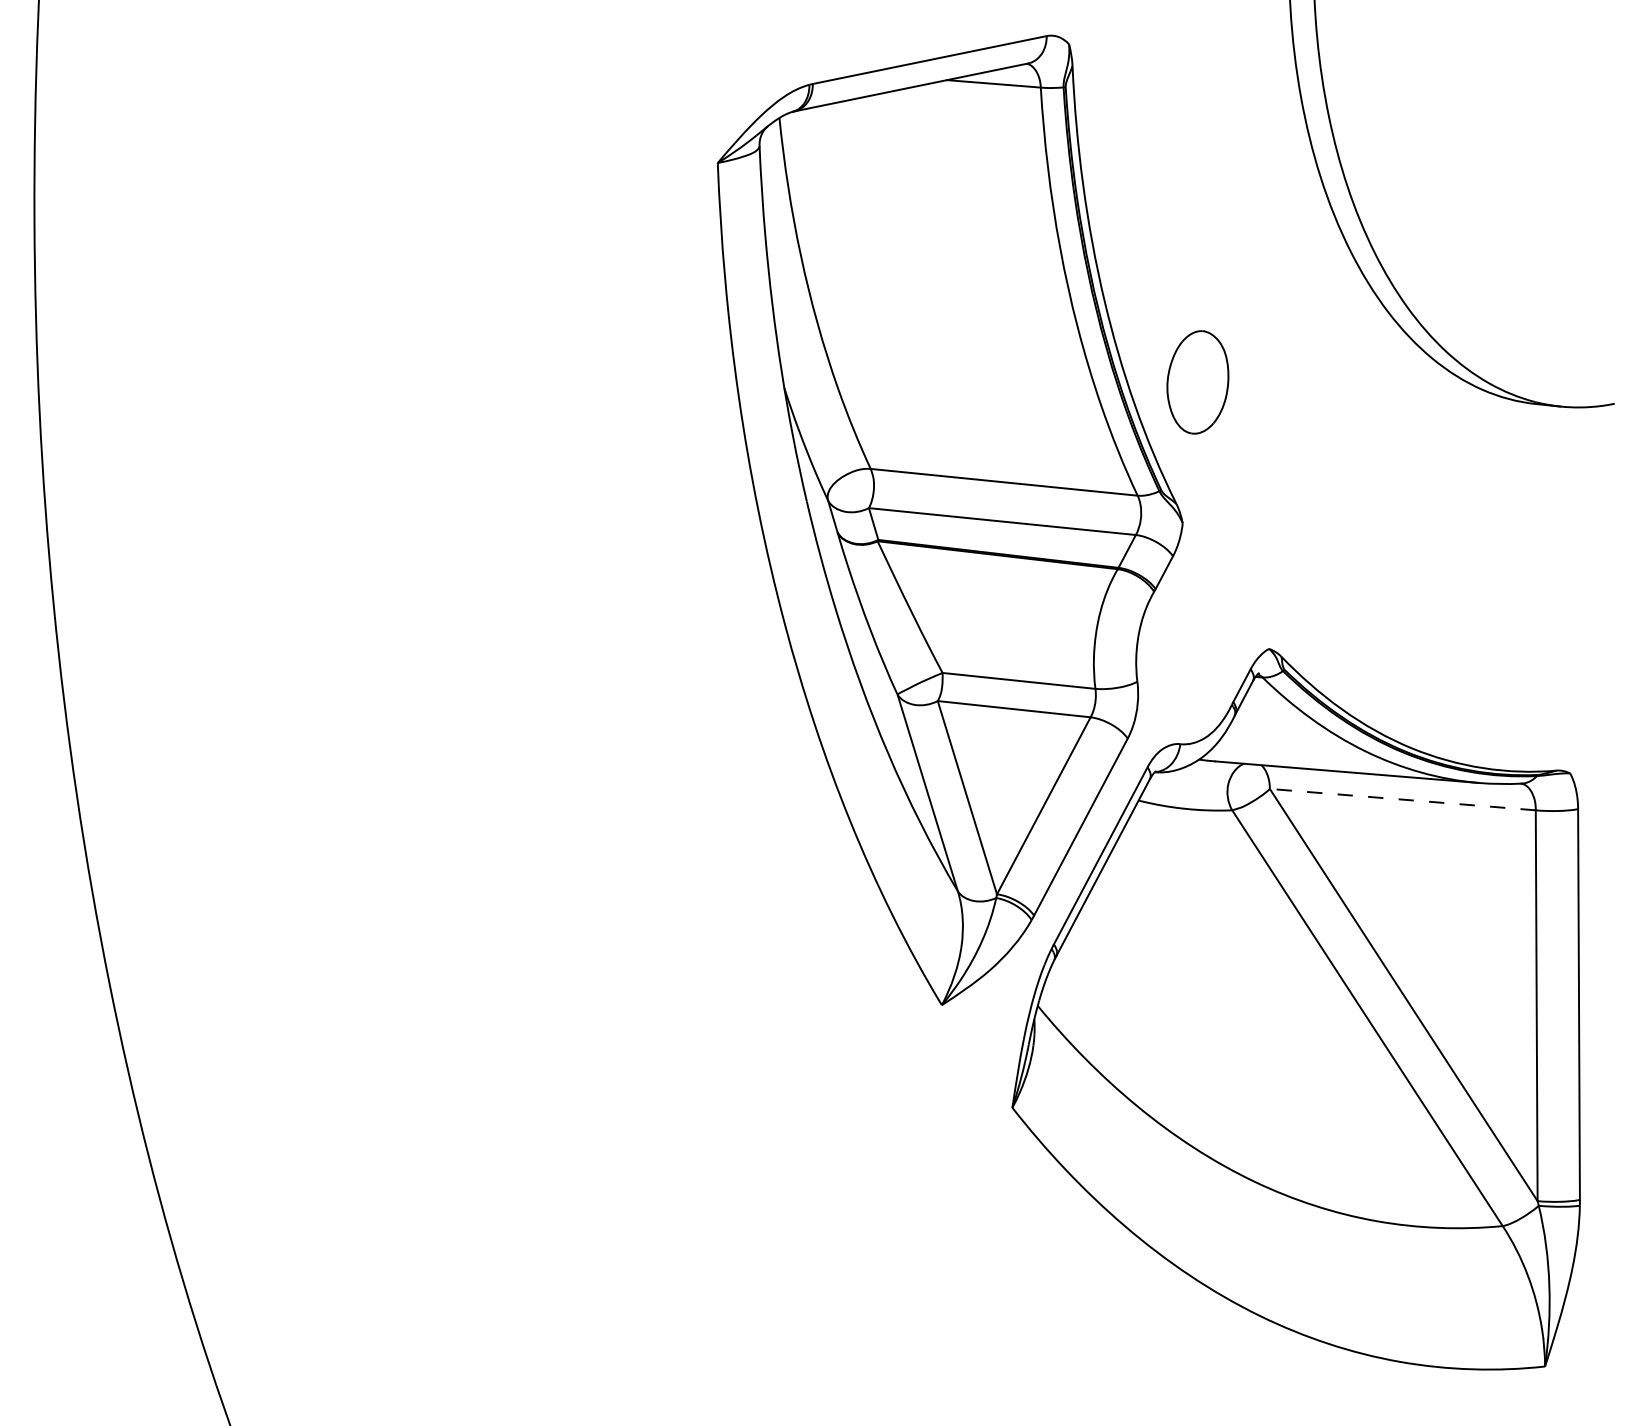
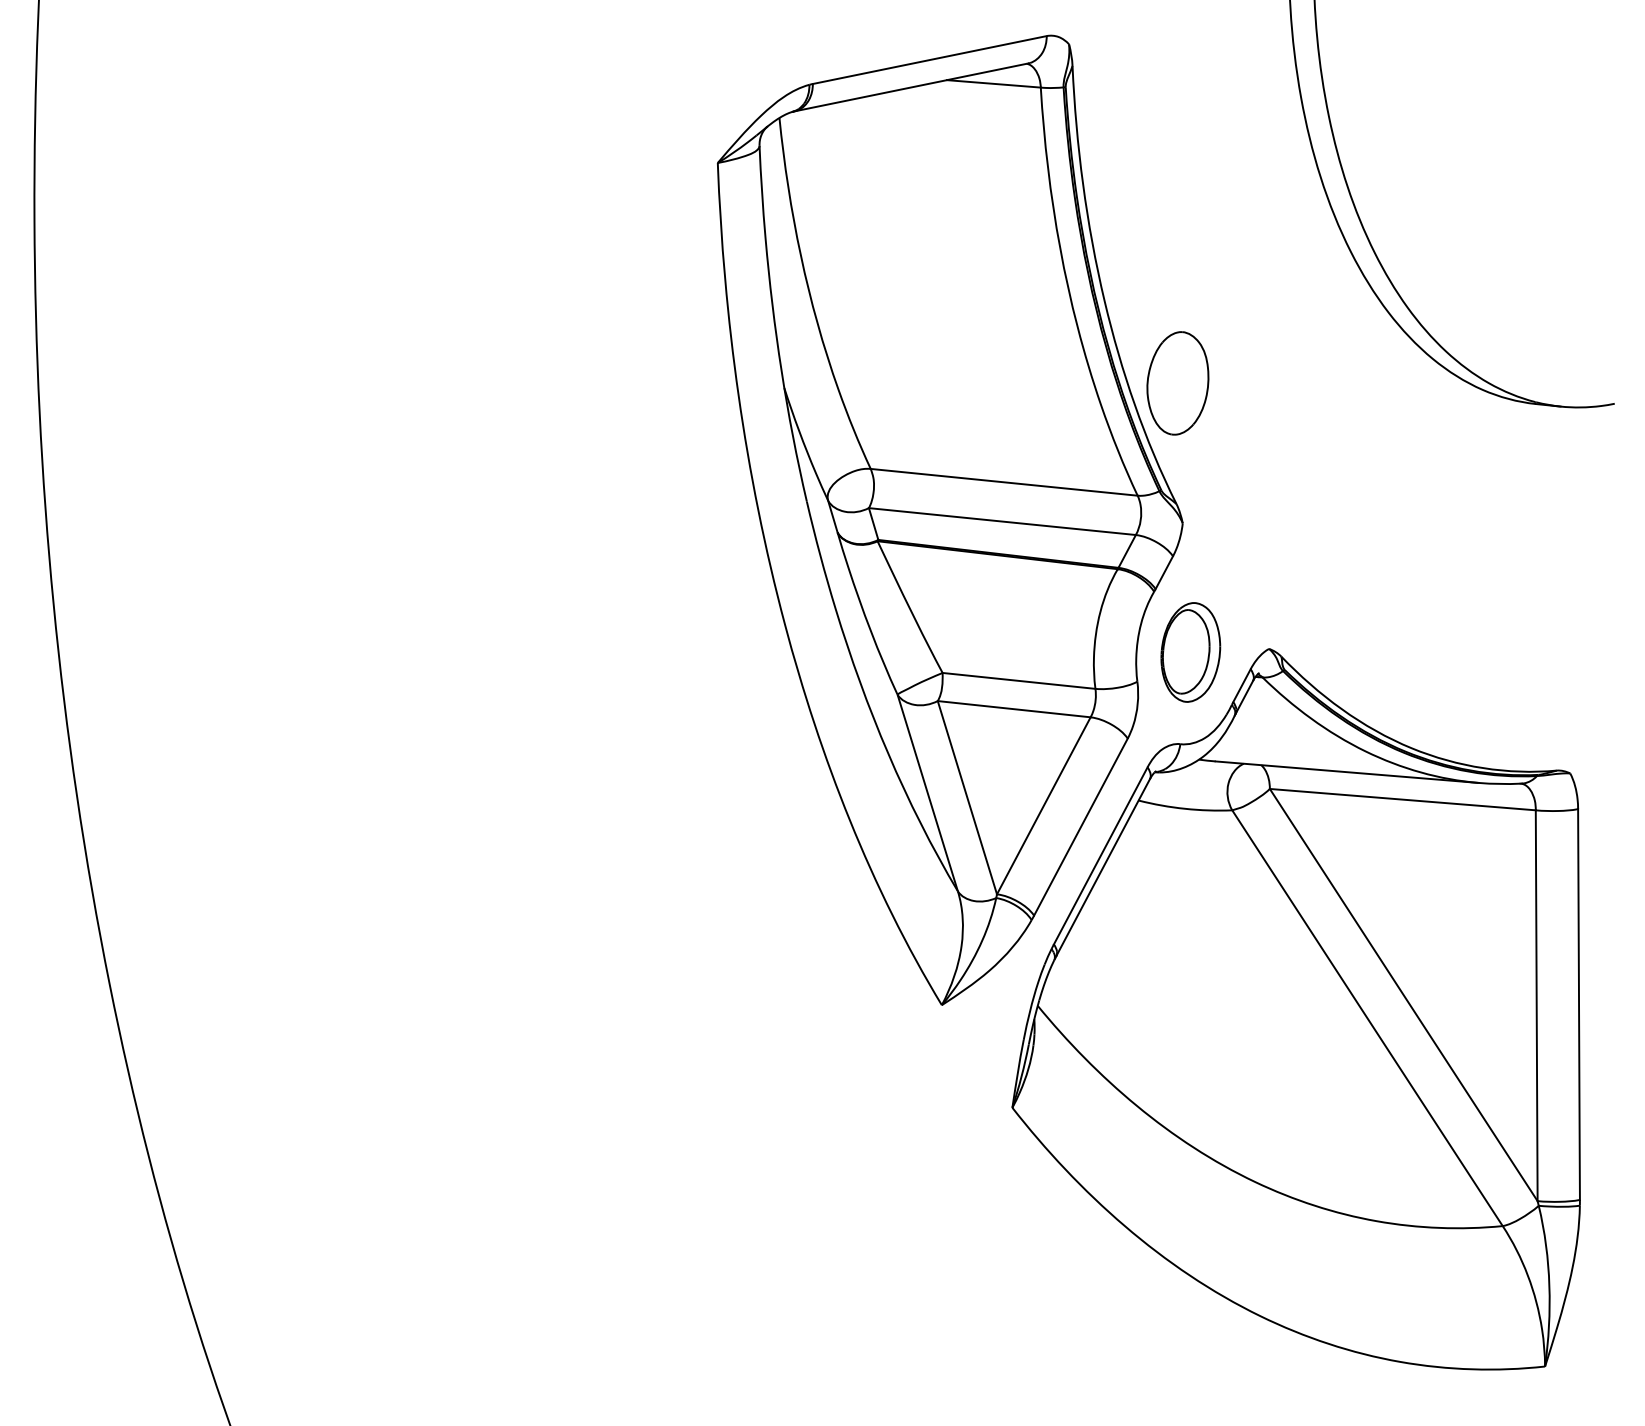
part at (1197, 382) position: (1197, 382) -> (1177, 383)
part at (1190, 652): none -> present
line at (1402, 799): dashed -> solid
